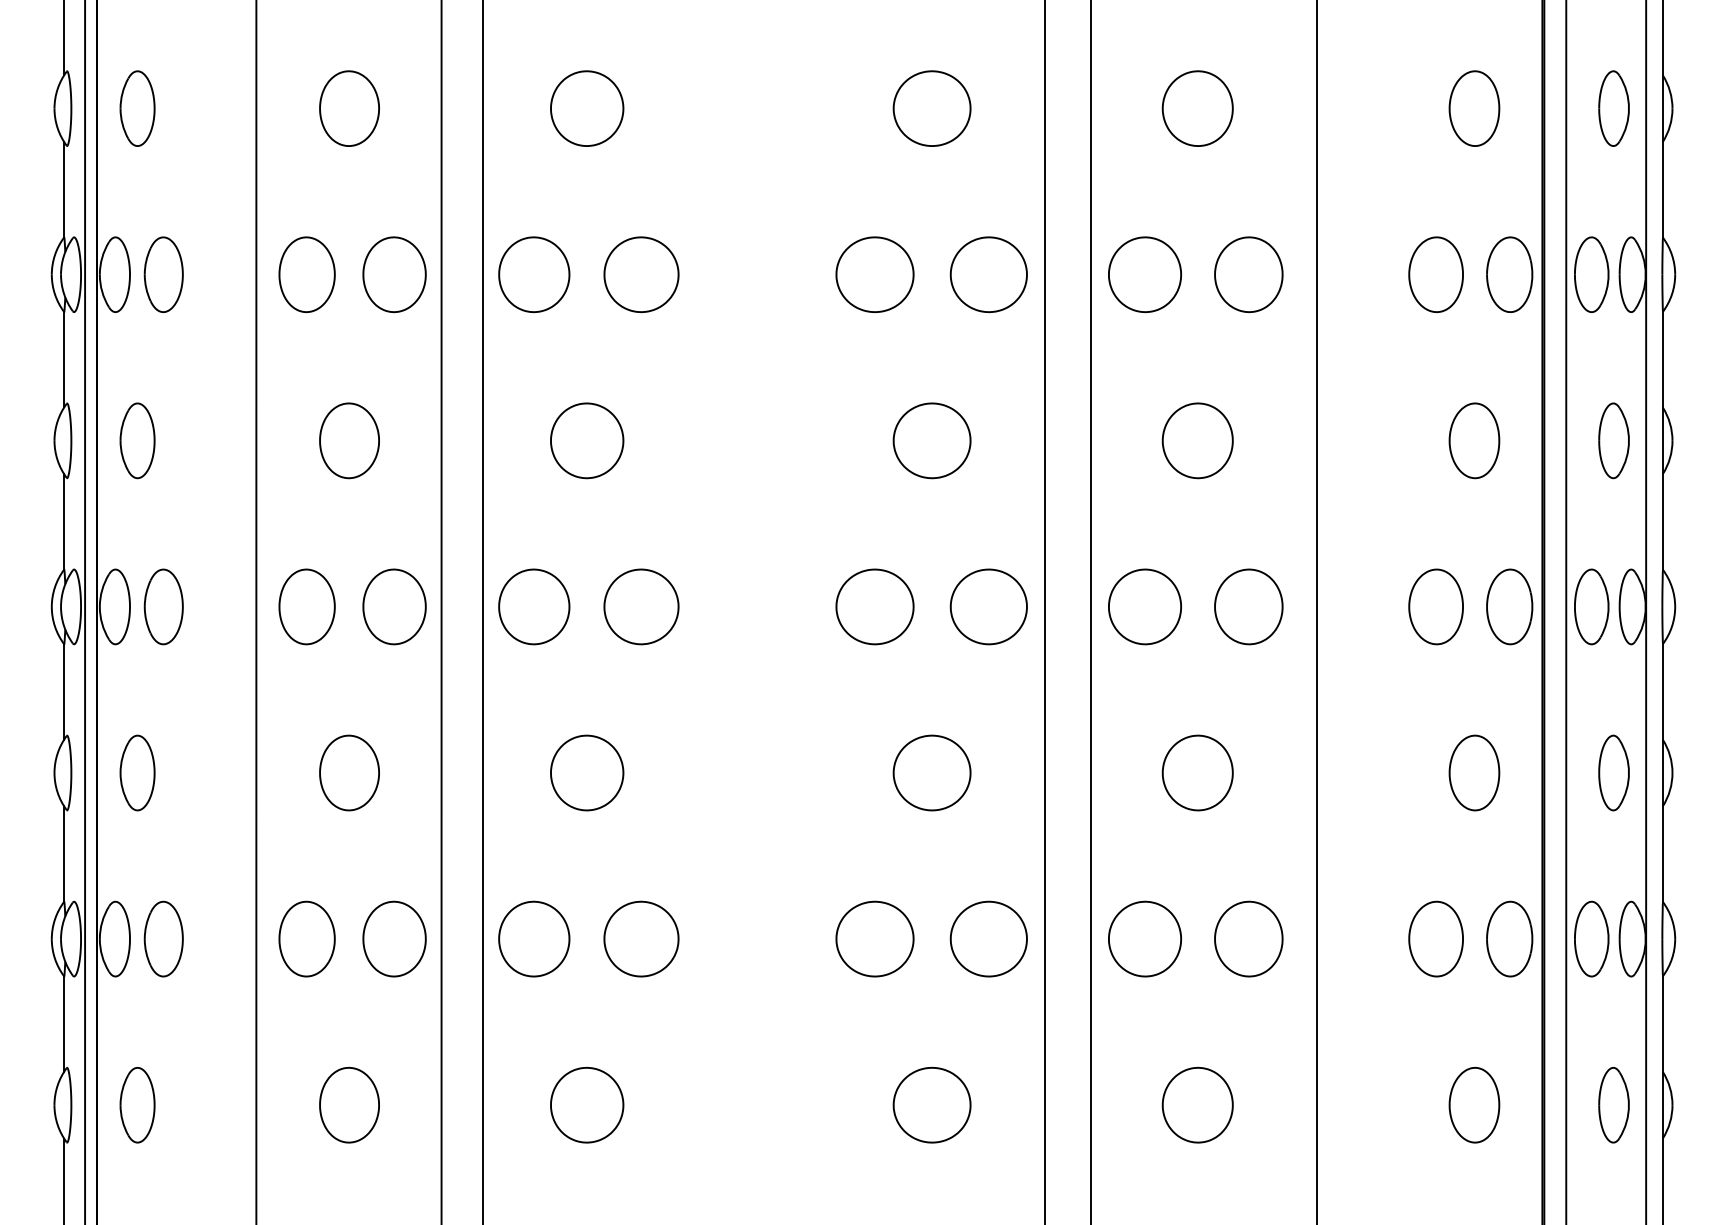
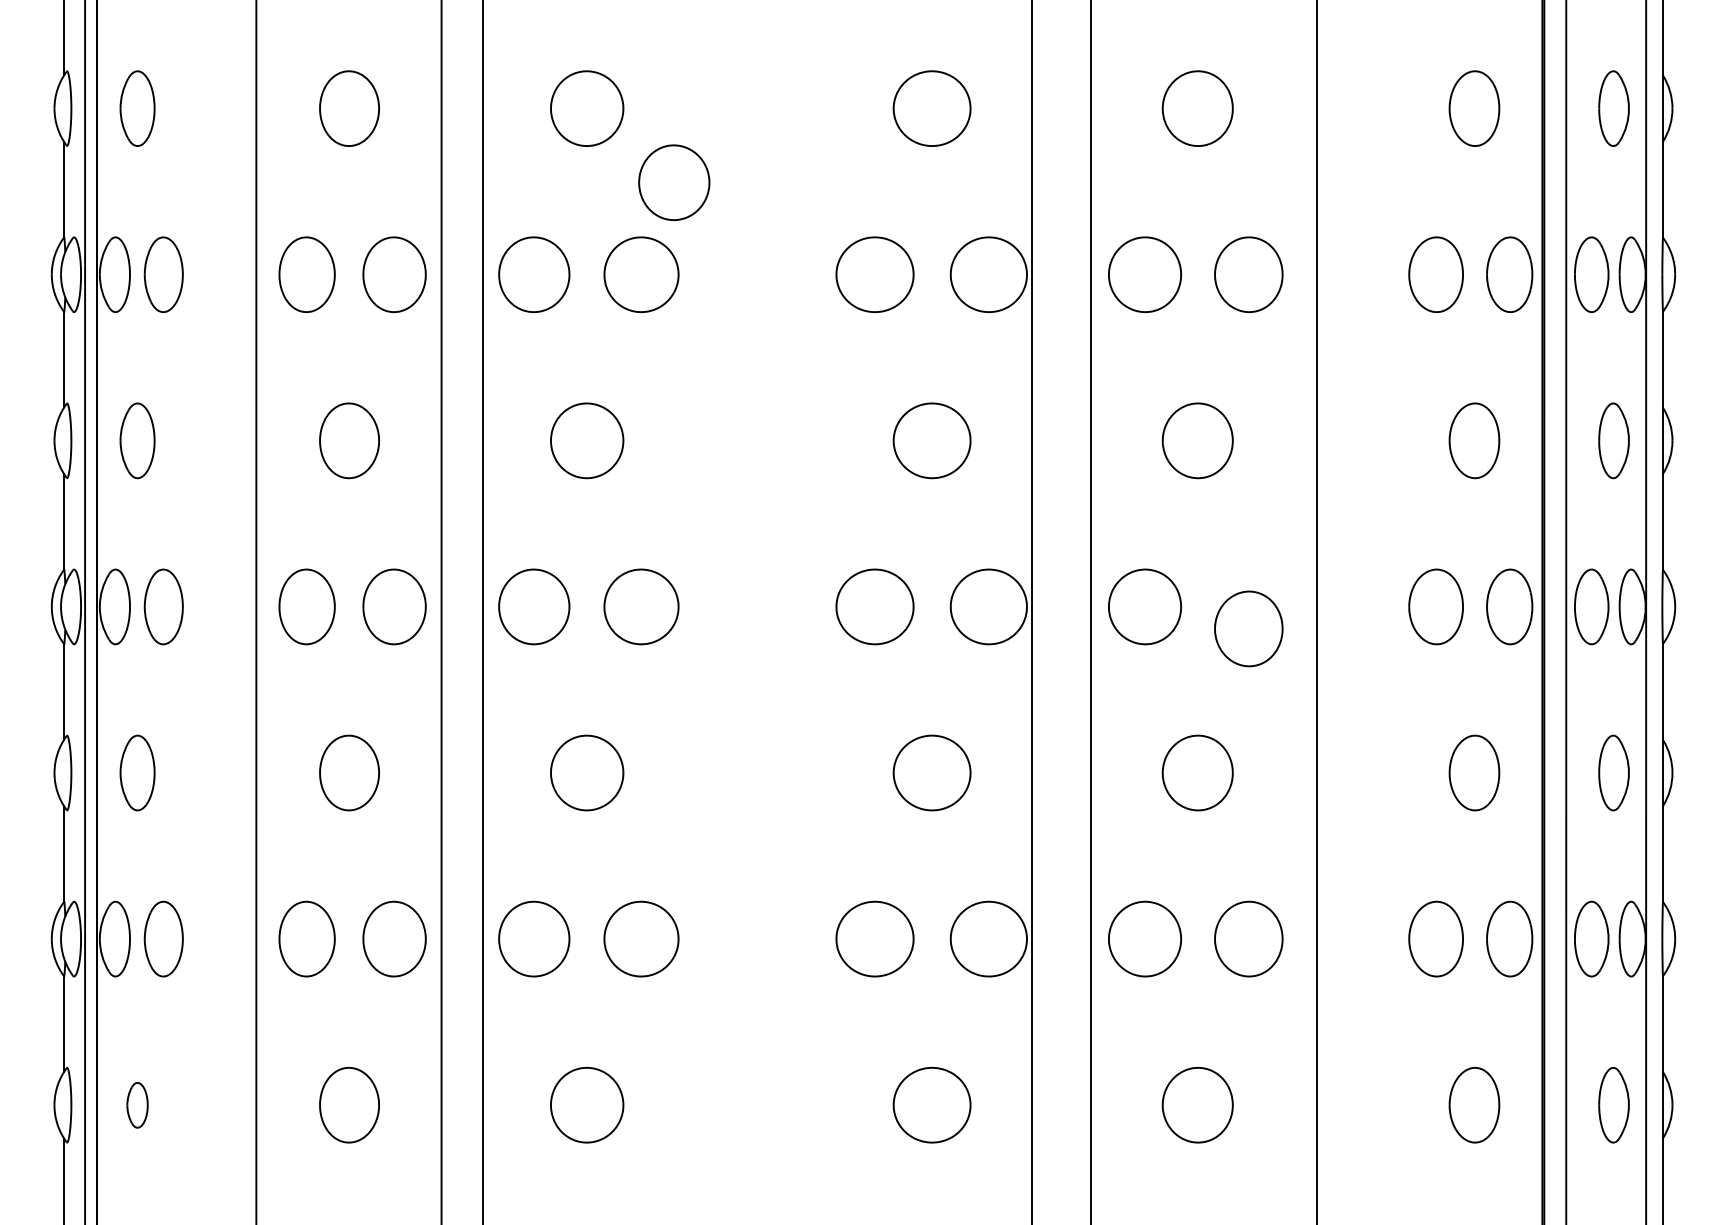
part at (674, 182): none -> present
part at (1248, 606) position: (1248, 606) -> (1248, 628)
line at (1045, 611) position: (1045, 611) -> (1032, 611)
part at (137, 1105) size: 37x77 px -> 23x47 px
